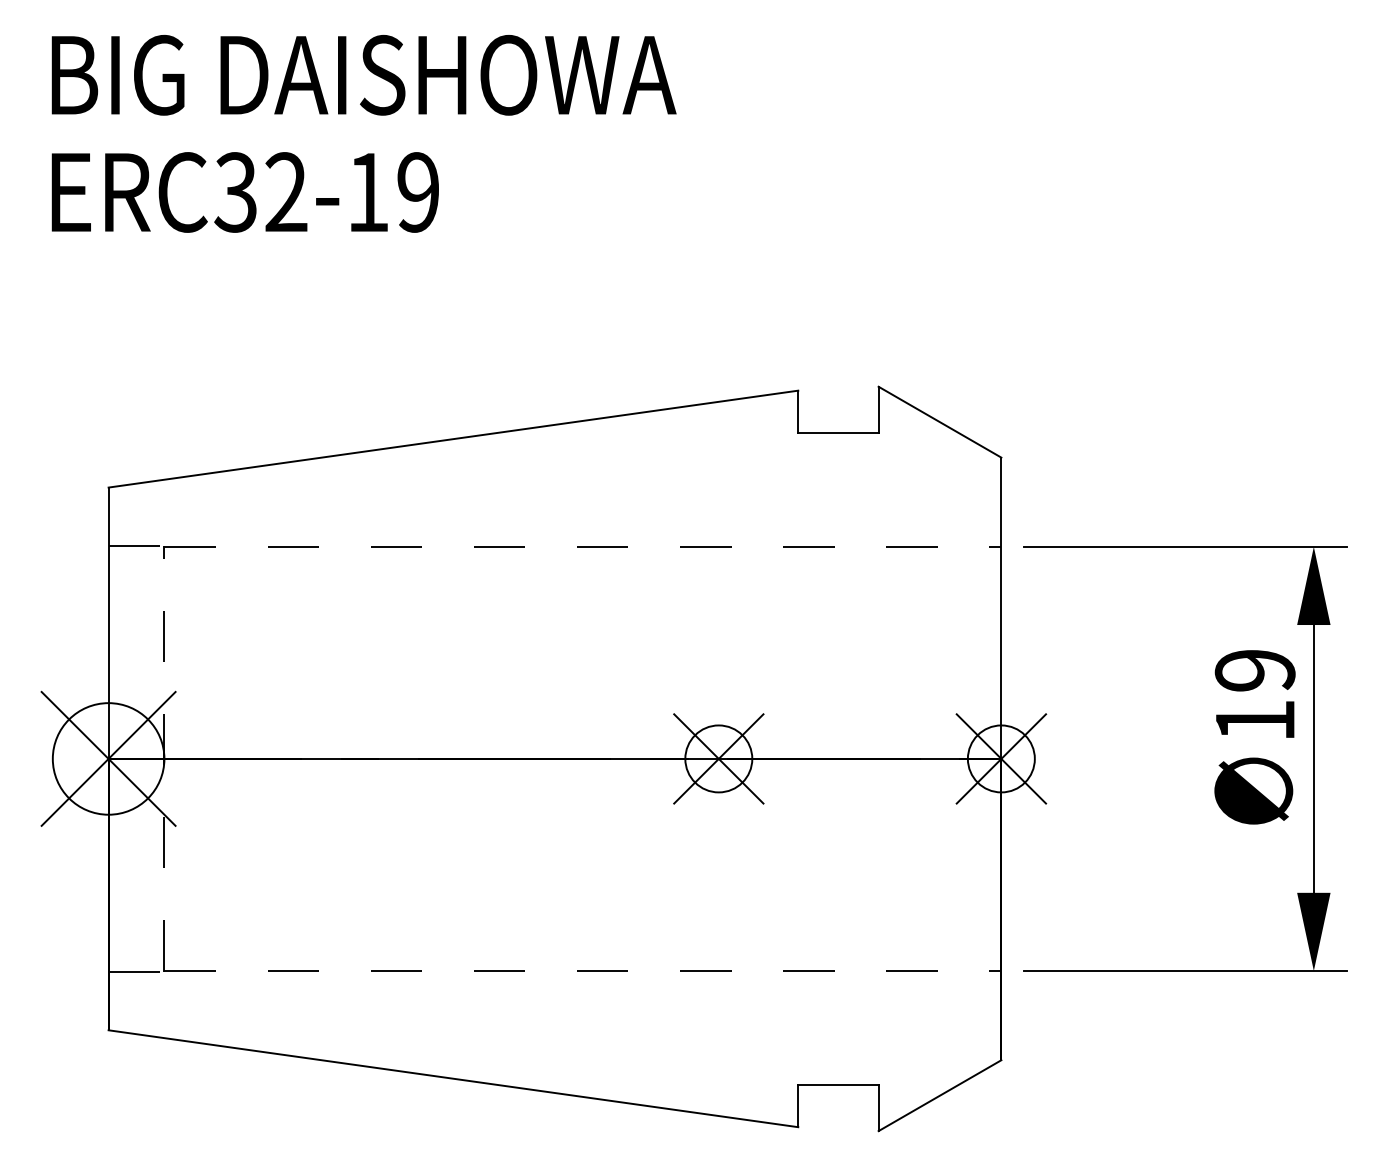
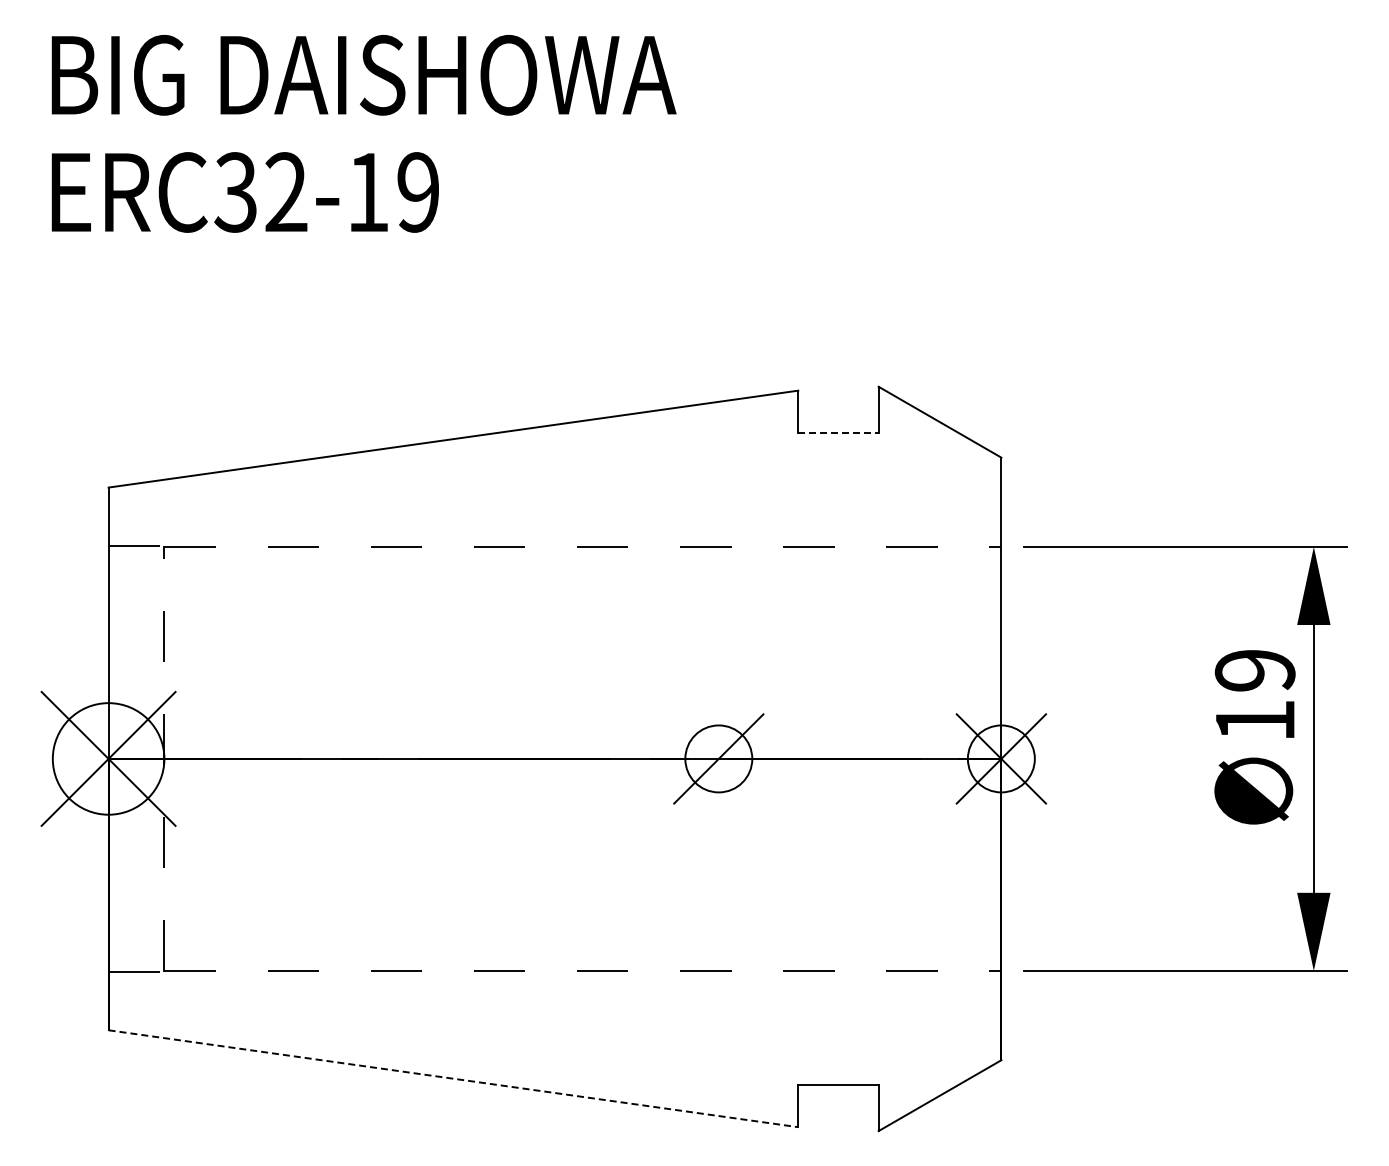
line at (838, 433): solid -> dashed
line at (718, 758): present -> none
line at (453, 1078): solid -> dashed
